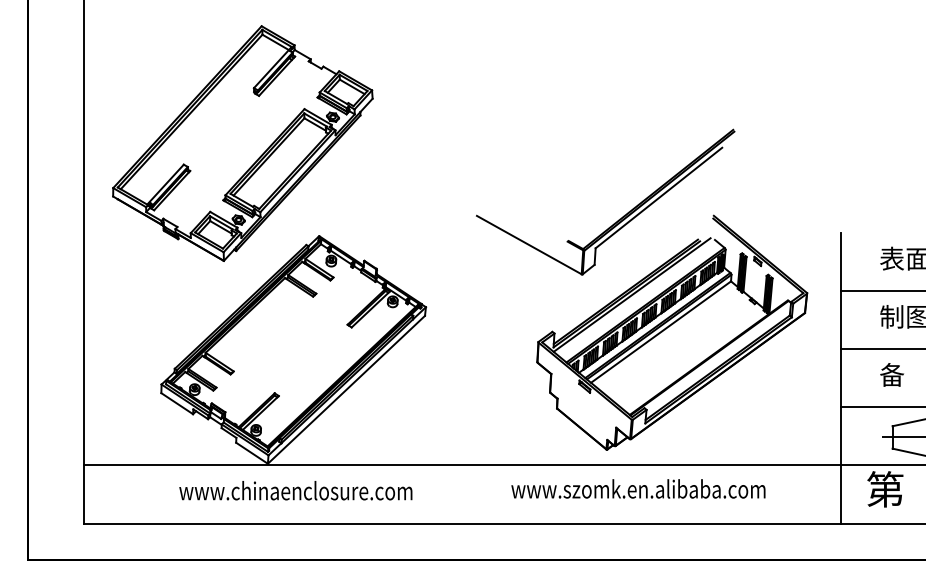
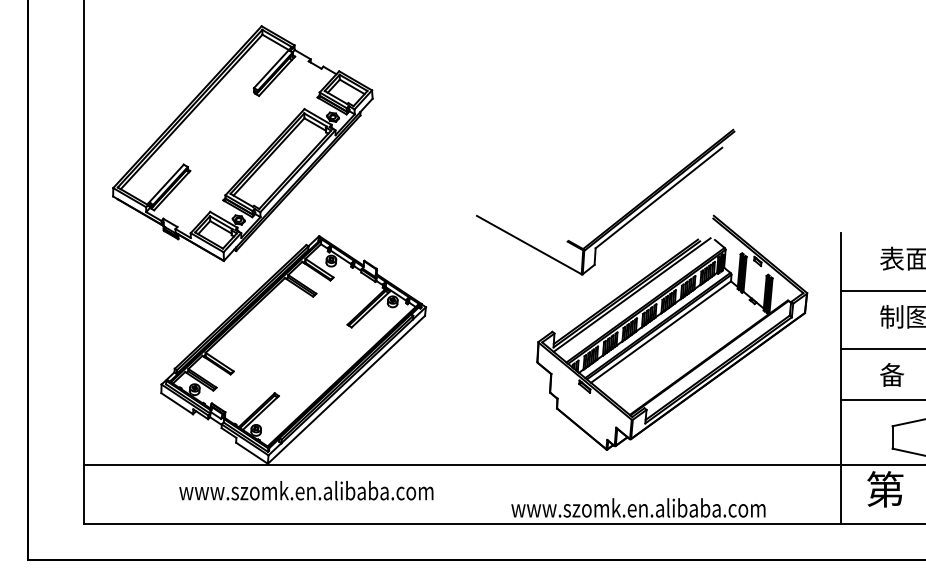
line at (881, 407) position: (881, 407) -> (881, 400)
line at (902, 437): present -> none
text at (638, 488) position: (638, 488) -> (638, 507)
text at (332, 490): www.chinaenclosure.com -> www.szomk.en.alibaba.com
